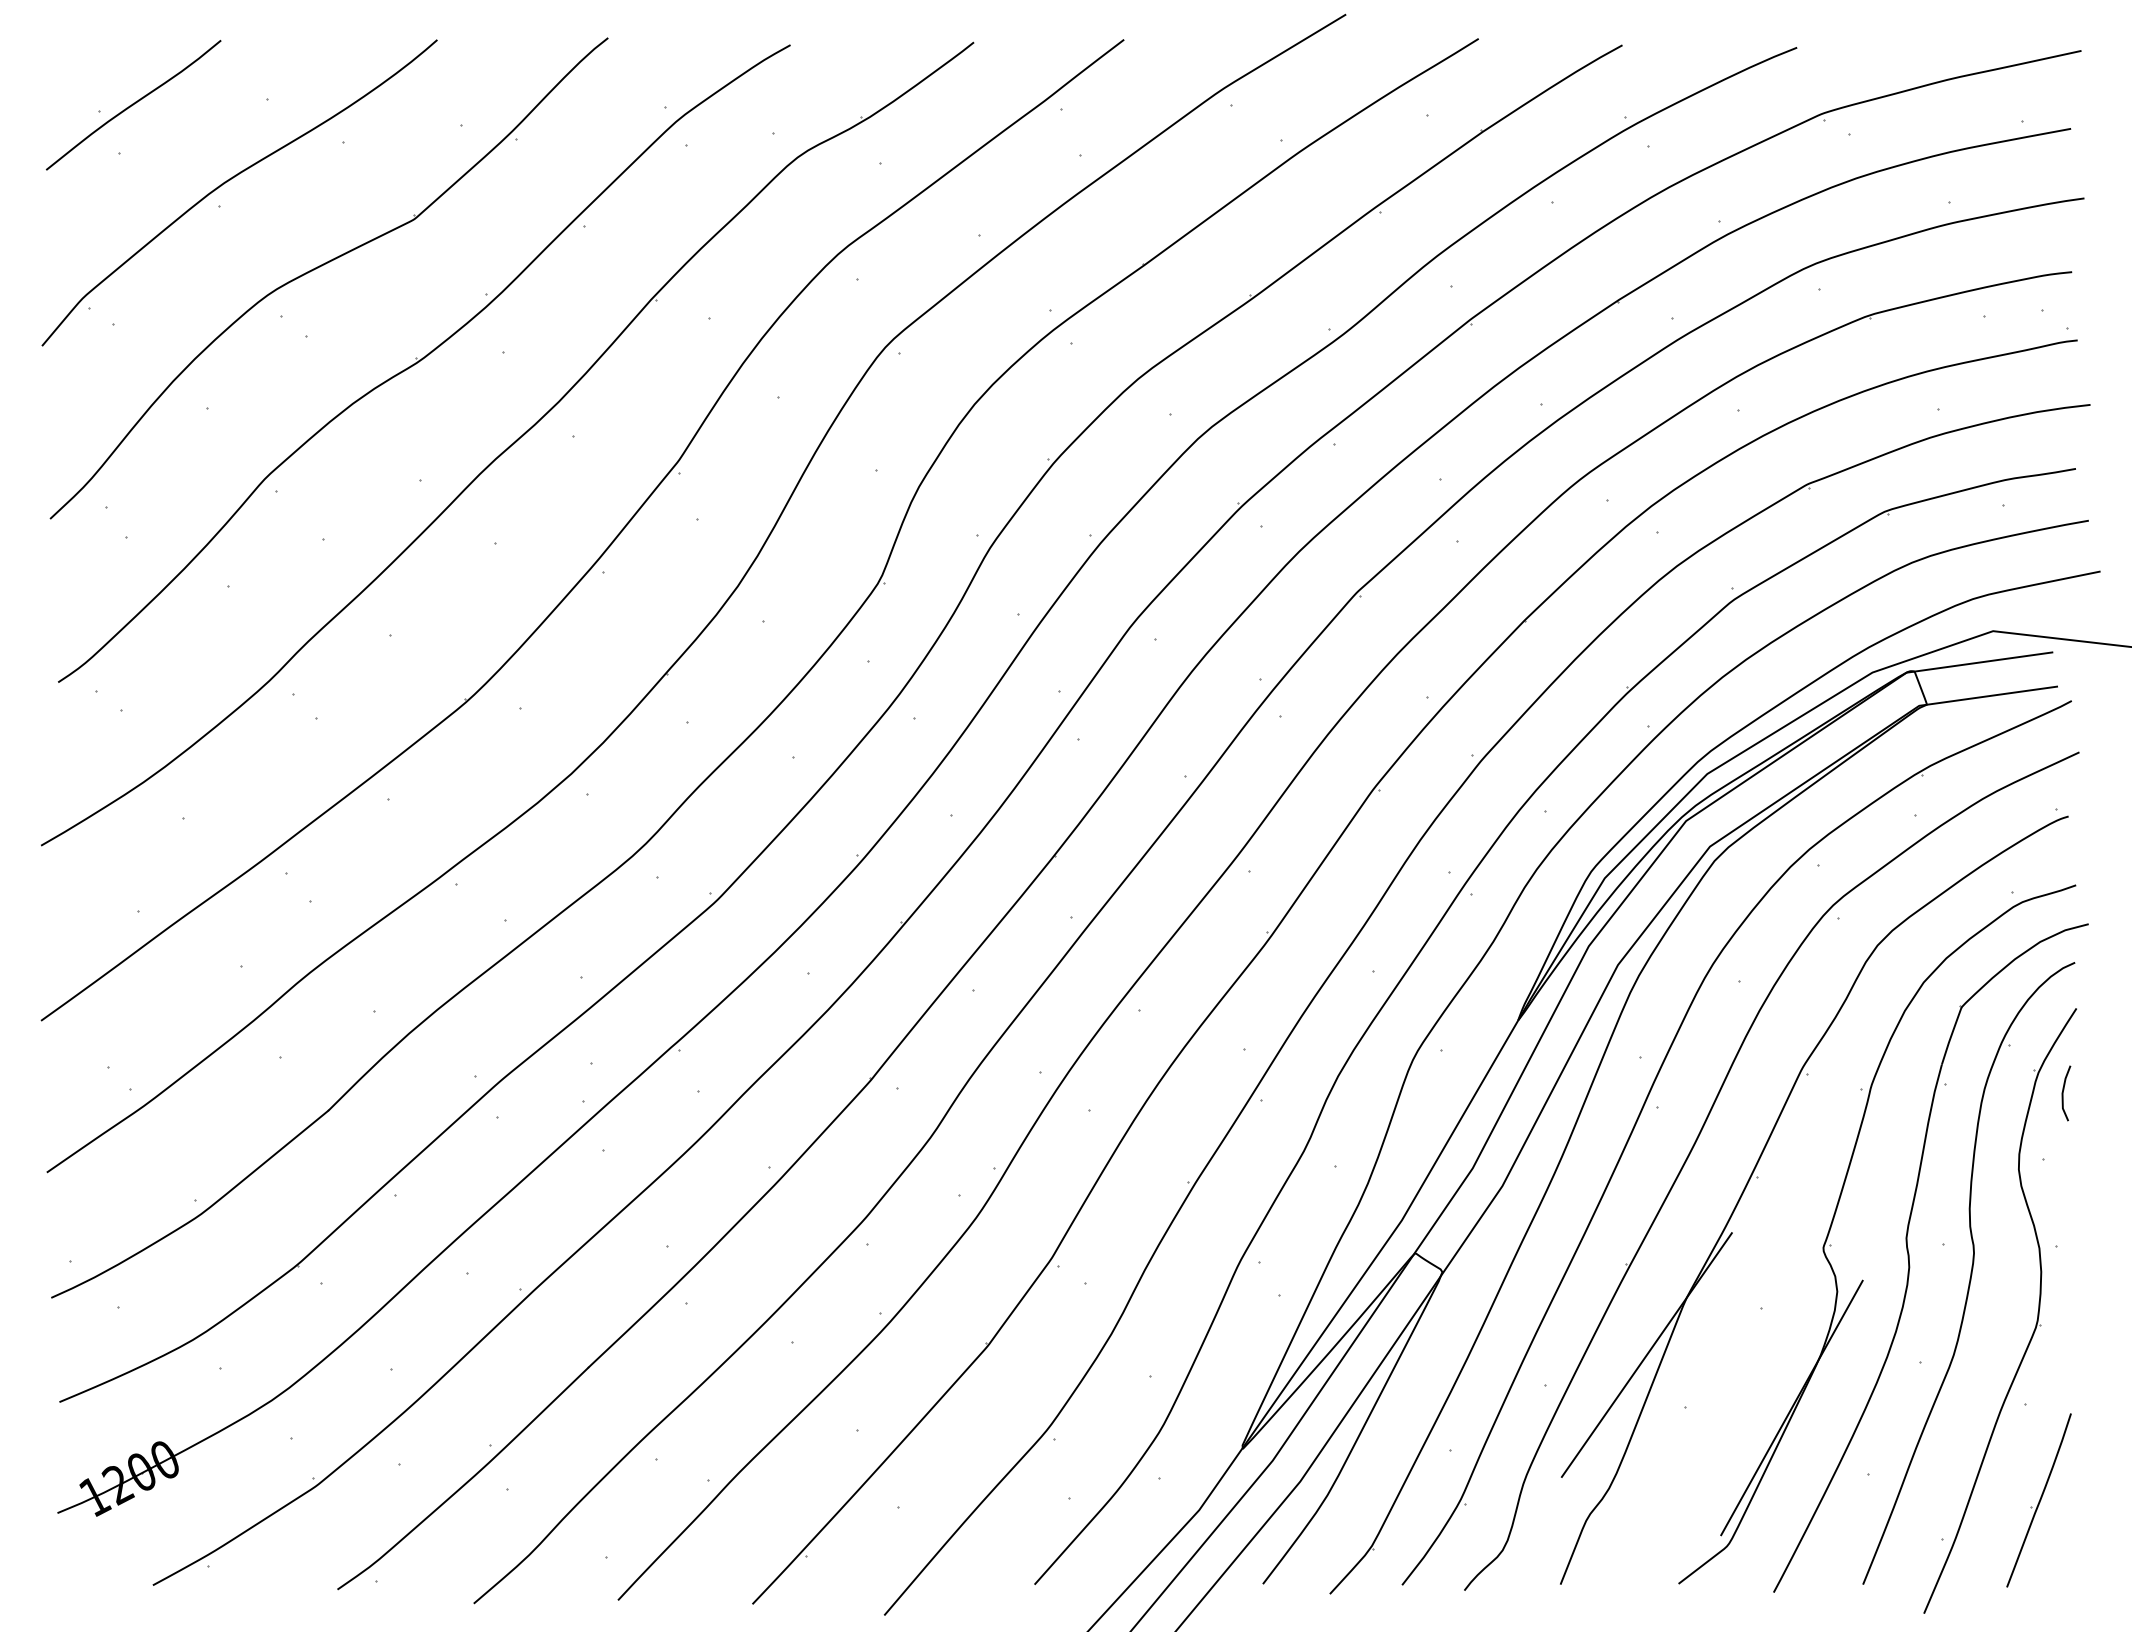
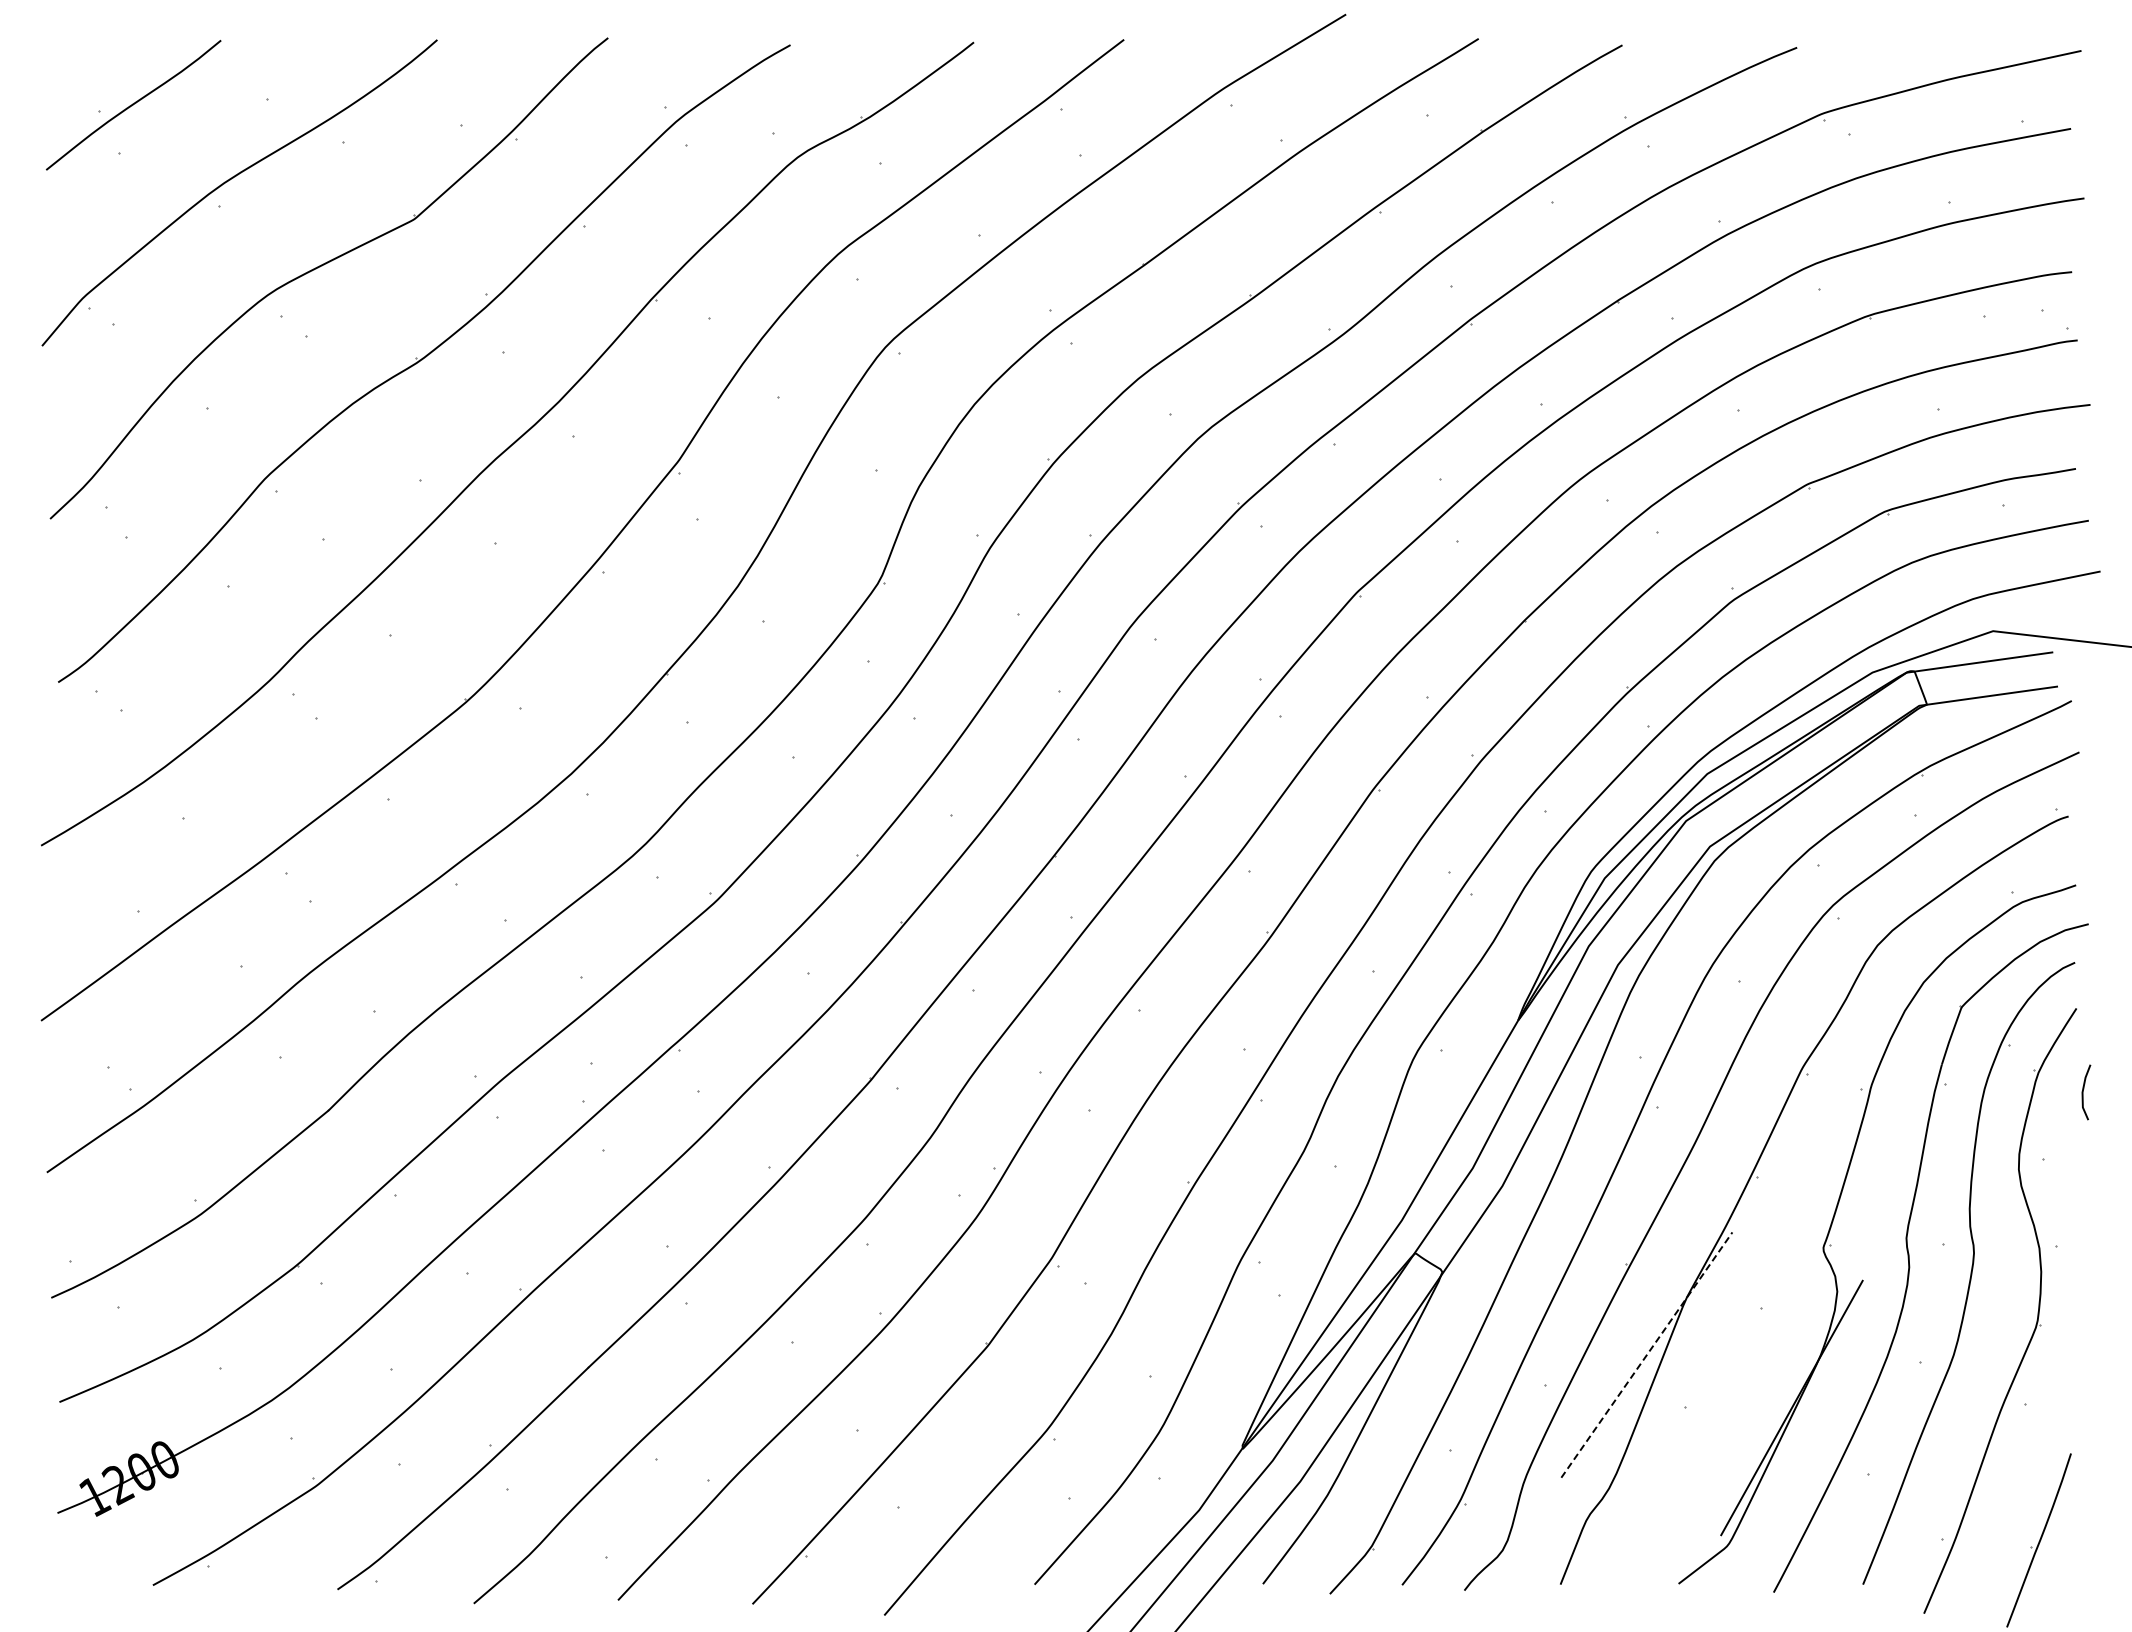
line at (2063, 1093) position: (2063, 1093) -> (2083, 1092)
line at (1646, 1355): solid -> dashed
part at (2038, 1500) position: (2038, 1500) -> (2038, 1540)
